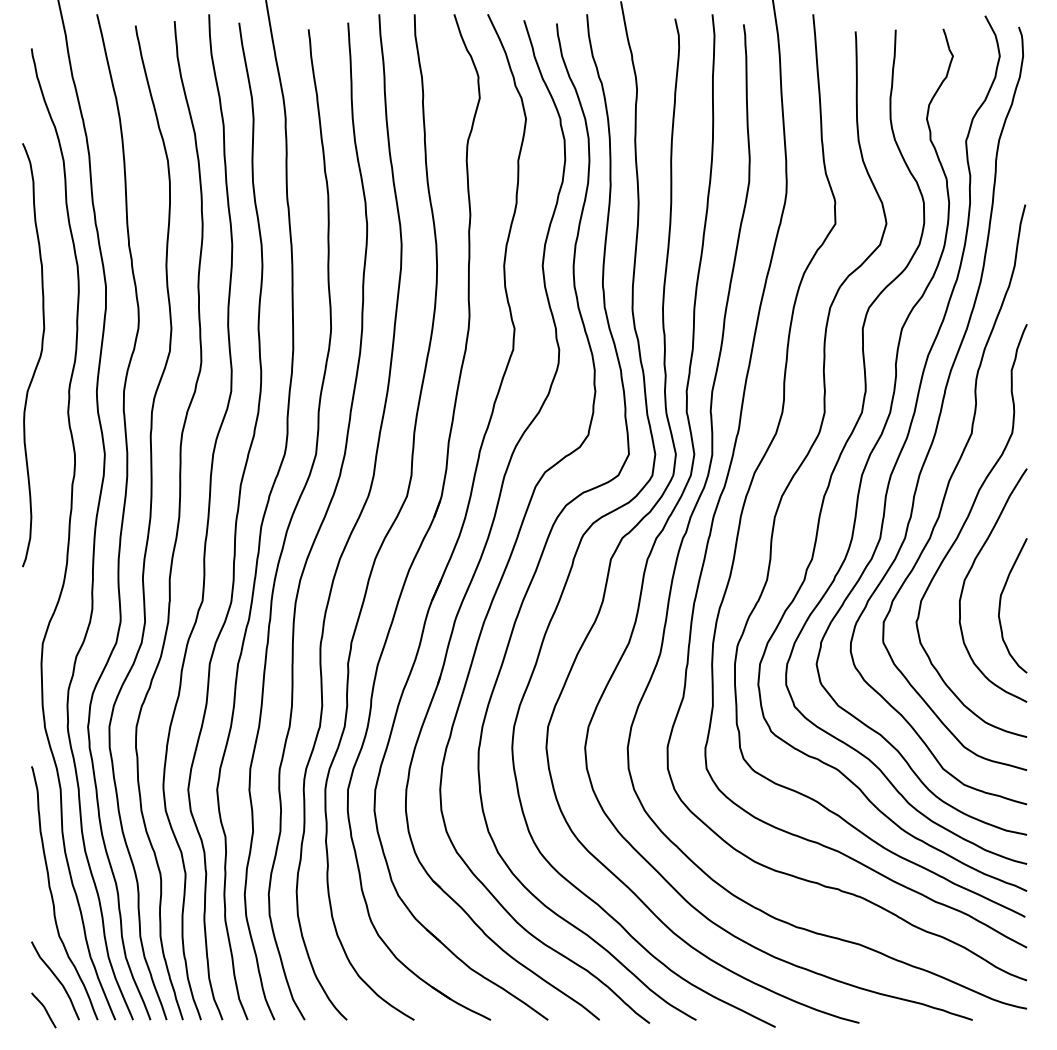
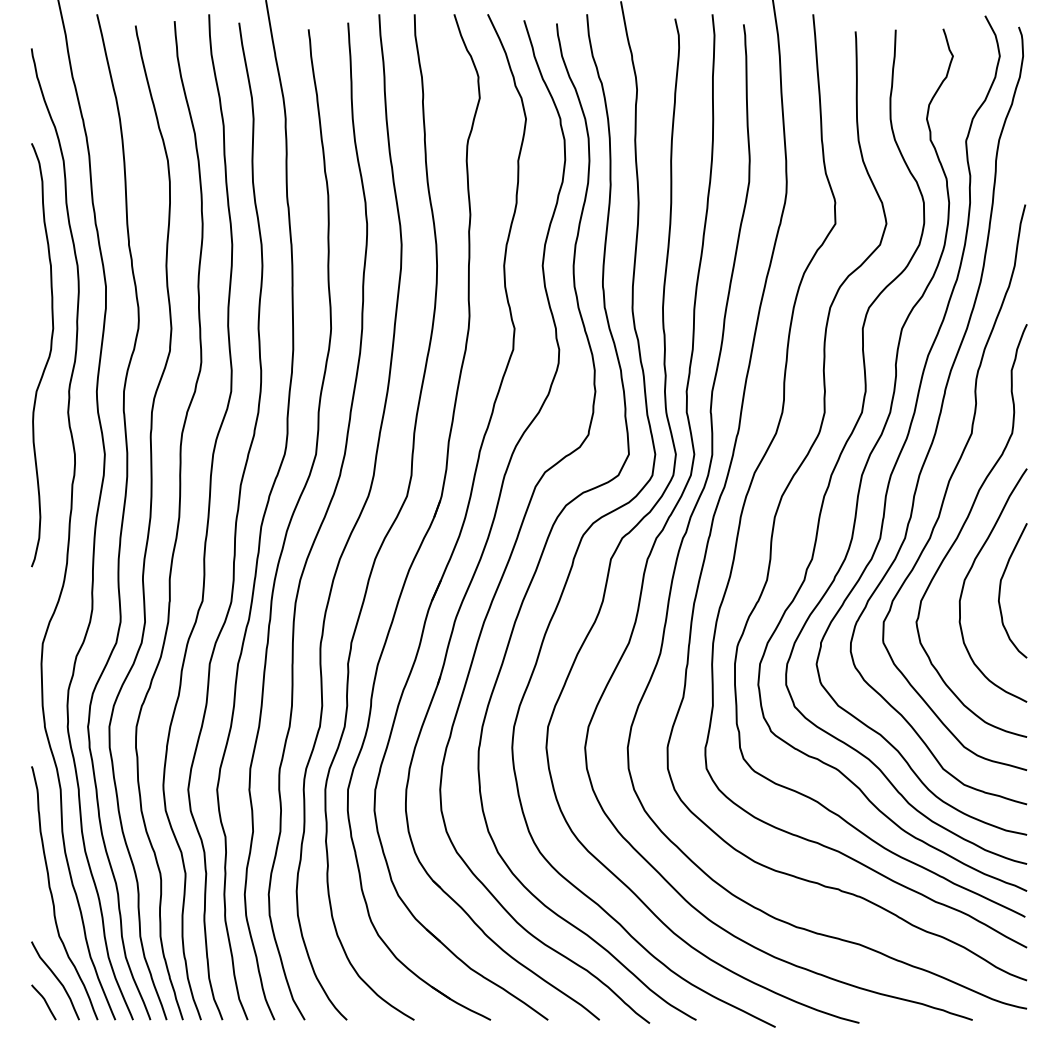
curve at (38, 358) position: (38, 358) -> (47, 358)
curve at (1000, 605) position: (1000, 605) -> (1000, 590)
curve at (44, 1009) position: (44, 1009) -> (44, 1001)
